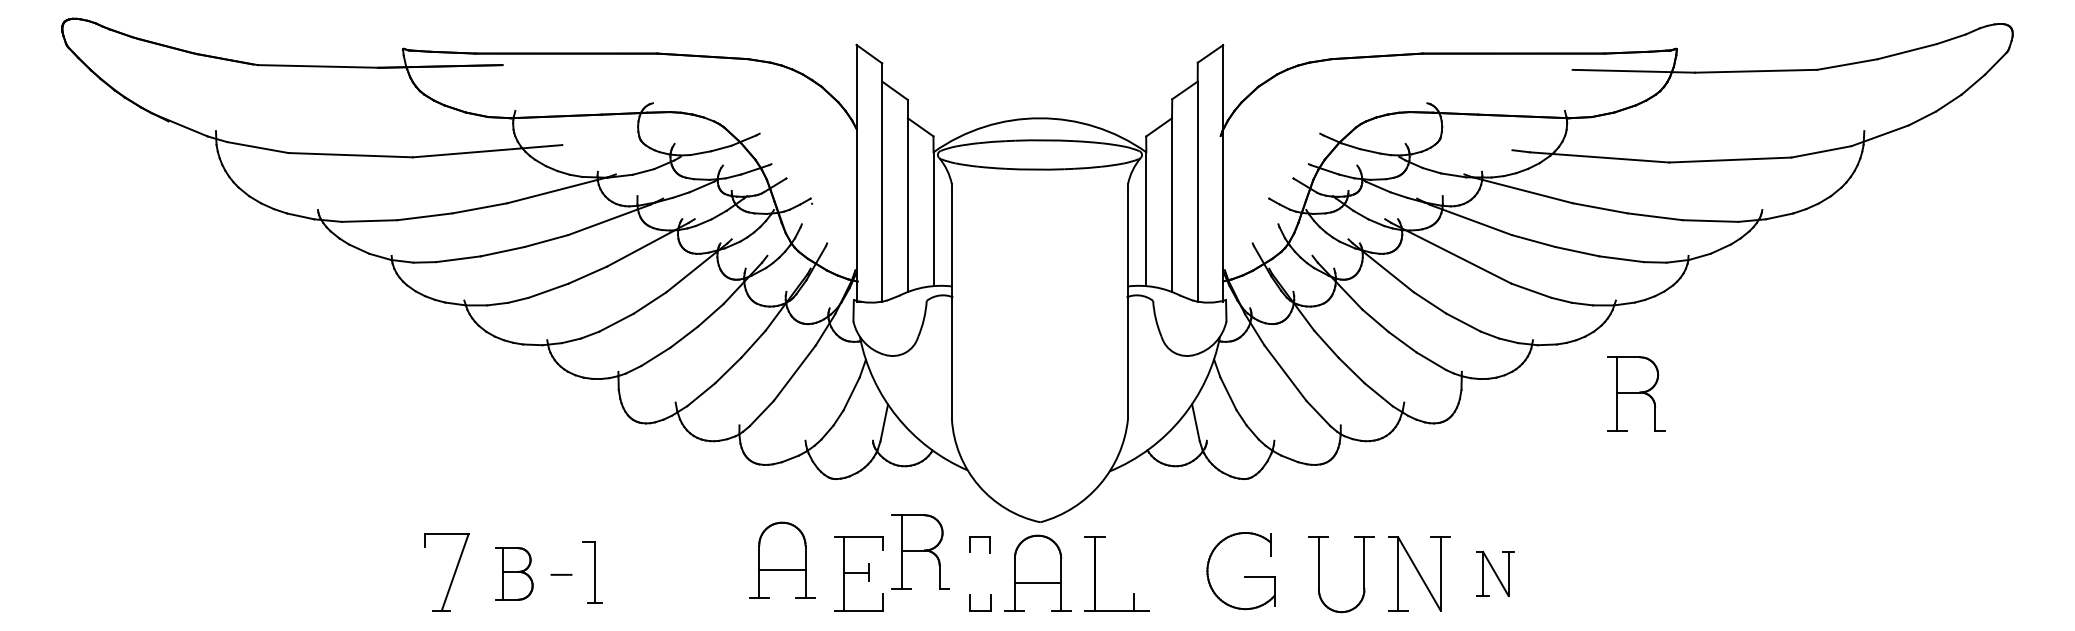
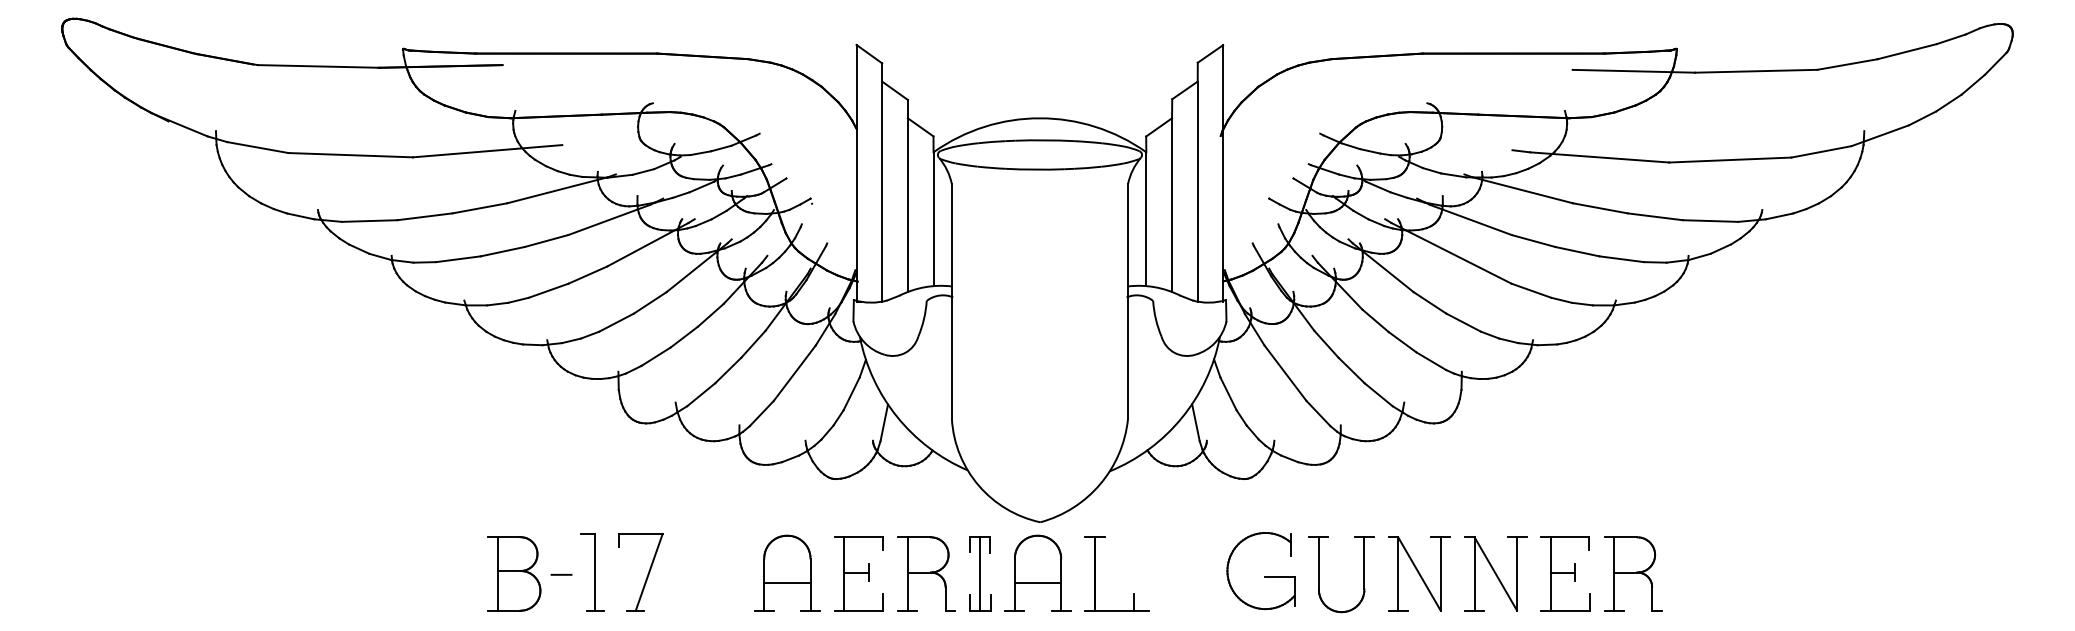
part at (1636, 393) position: (1636, 393) -> (1633, 573)
part at (920, 551) position: (920, 551) -> (926, 573)
part at (782, 559) position: (782, 559) -> (787, 572)
part at (592, 572) size: 21x63 px -> 25x79 px
part at (453, 573) position: (453, 573) -> (647, 573)
part at (514, 573) size: 39x54 px -> 55x76 px
line at (980, 573): none -> present
part at (1495, 573) size: 39x48 px -> 64x76 px
part at (1565, 573): none -> present
part at (1244, 576) position: (1244, 576) -> (1264, 576)
